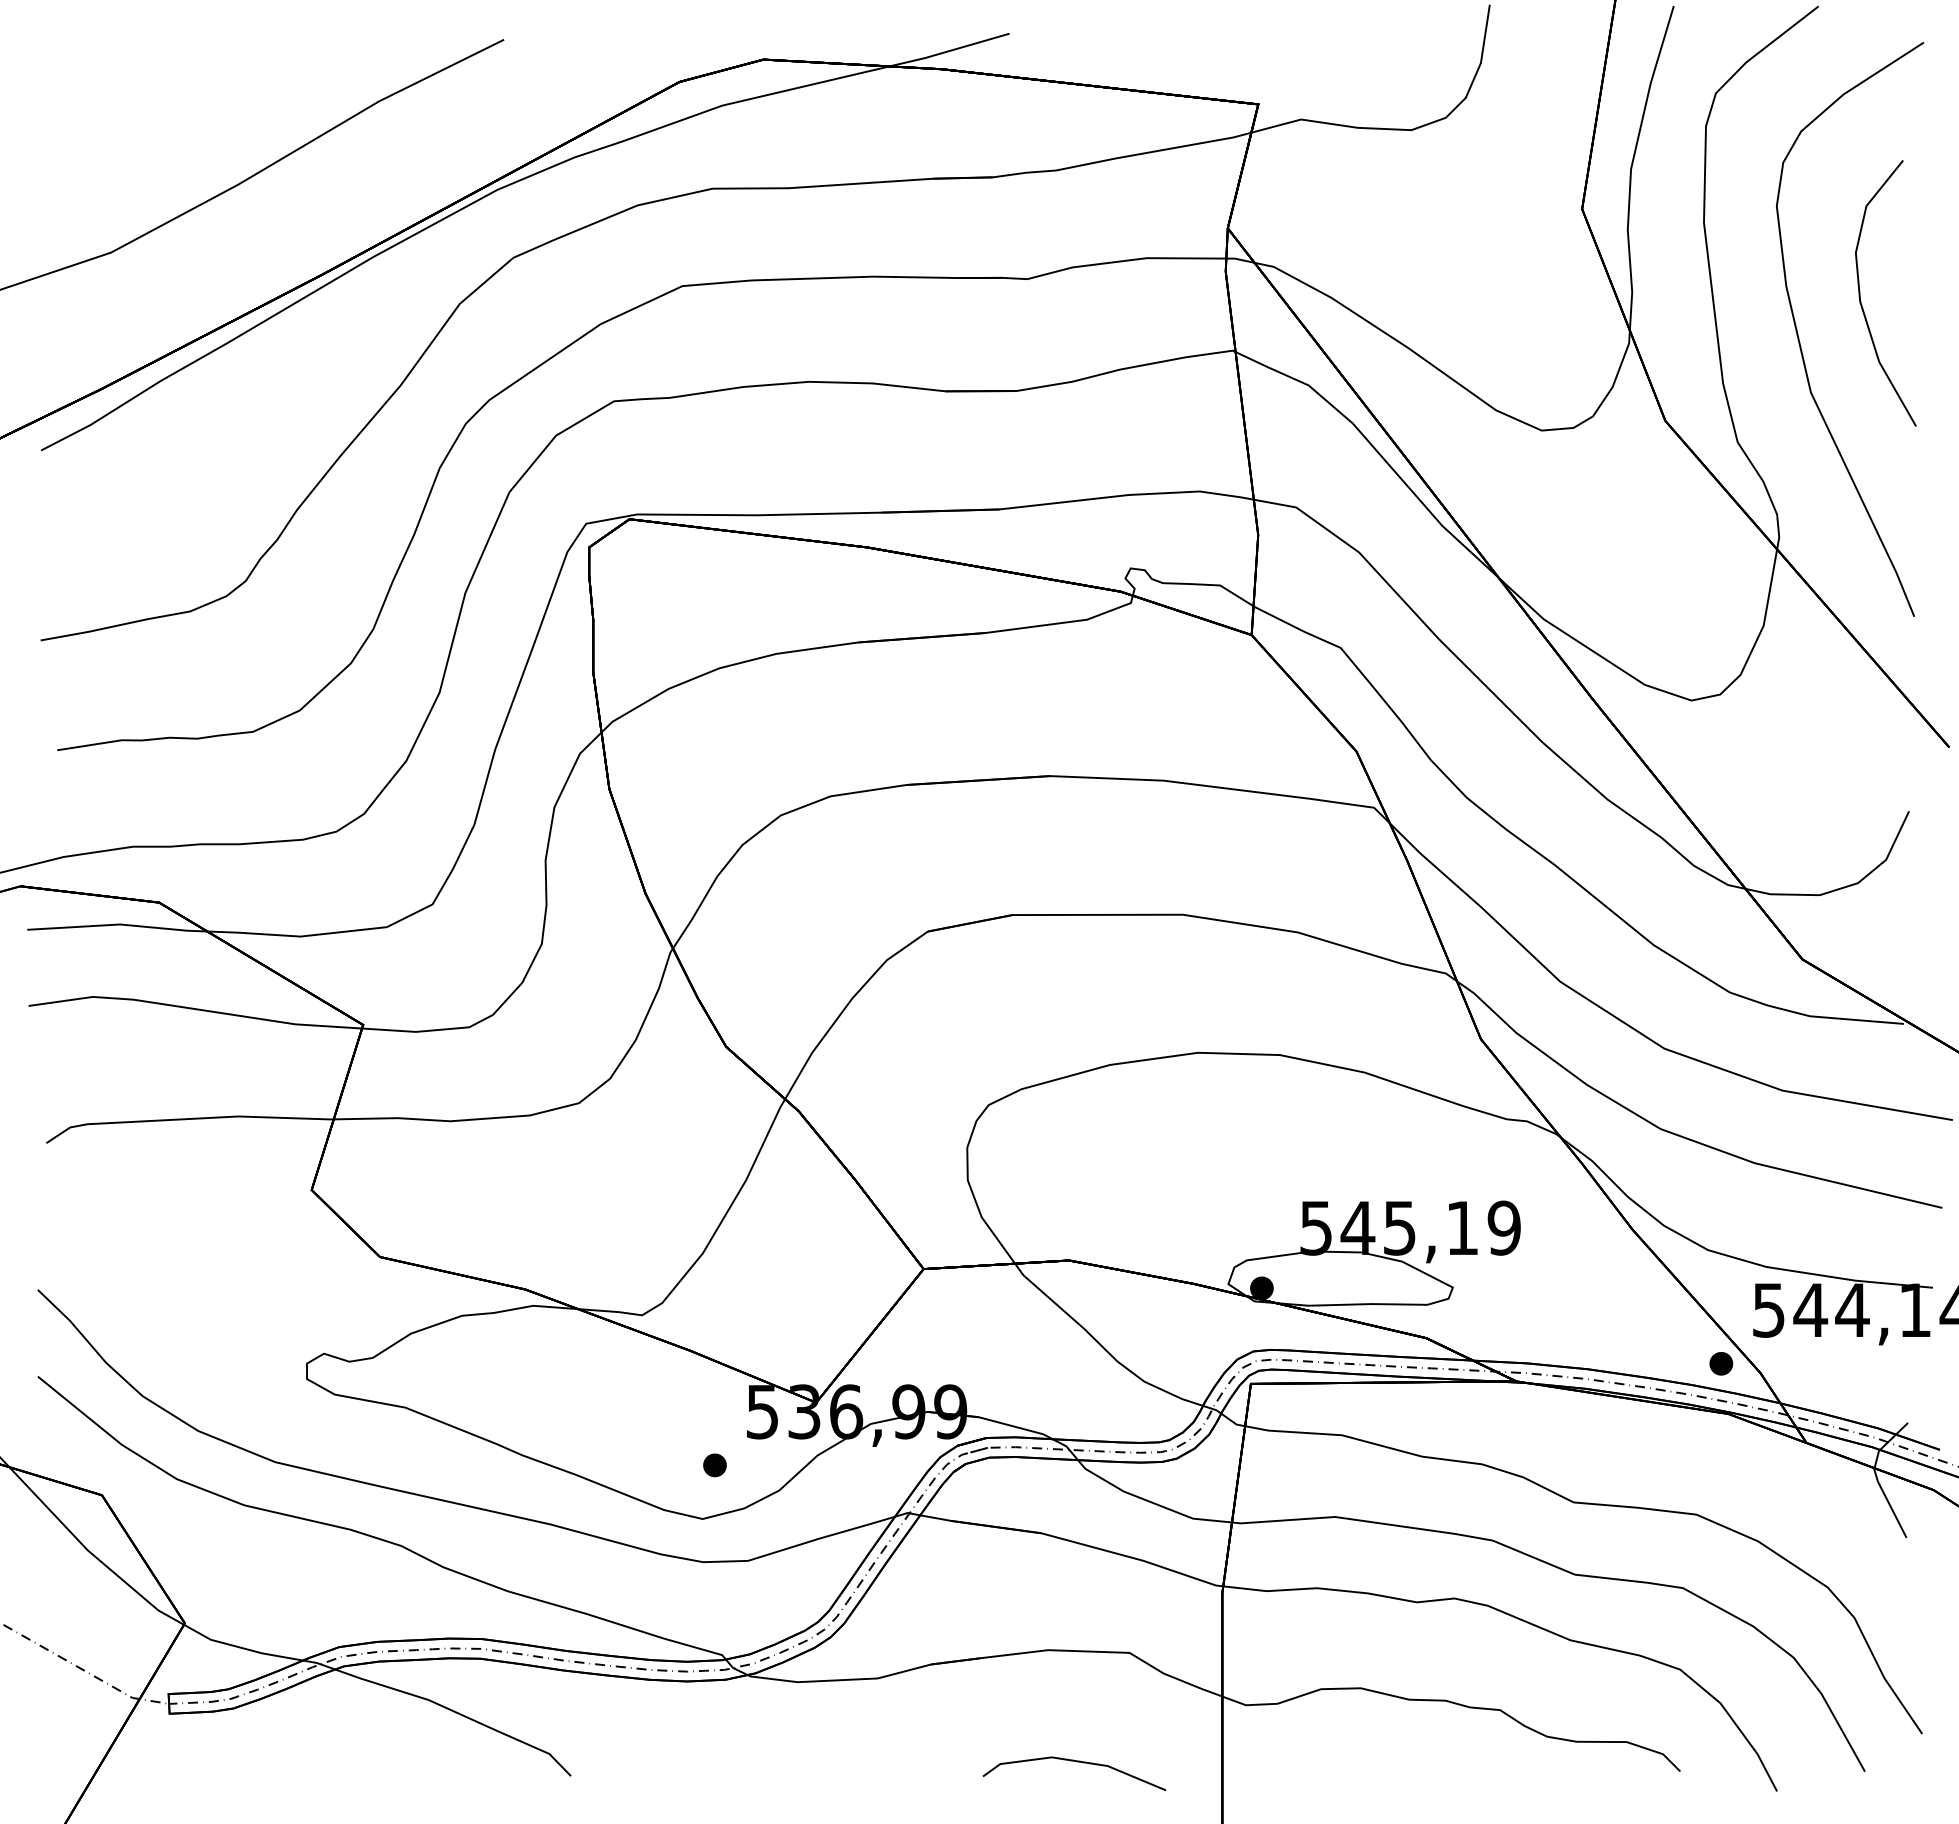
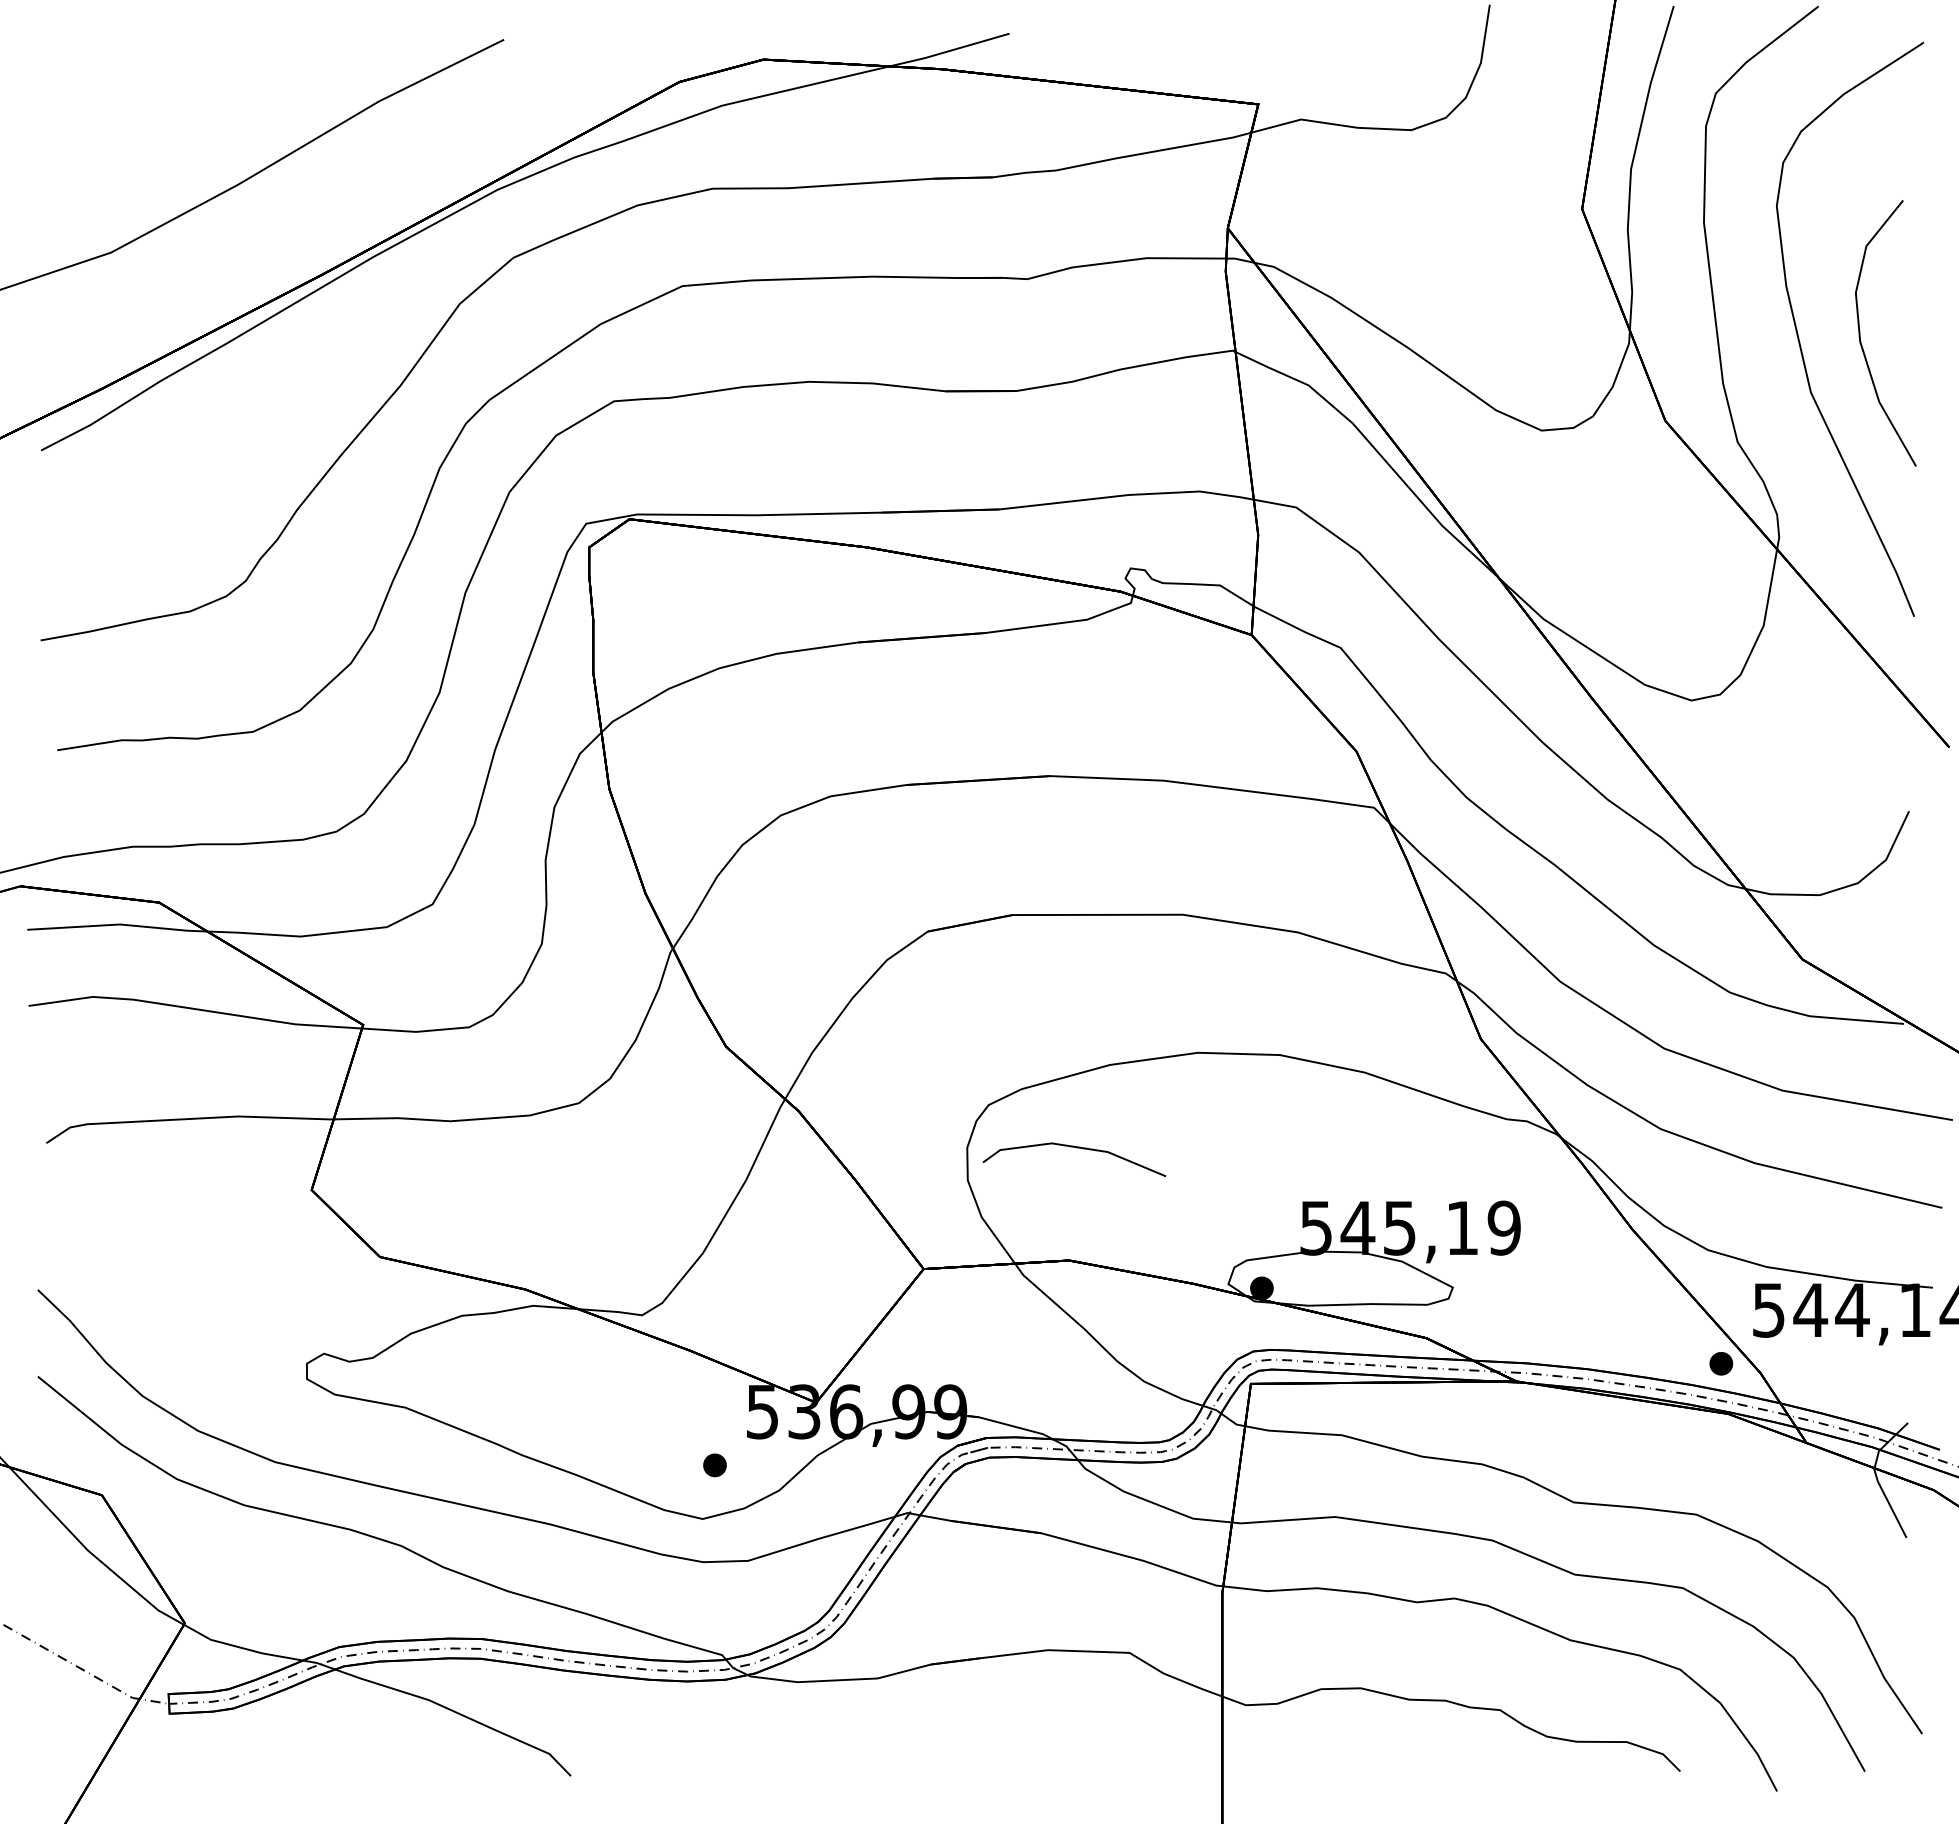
curve at (1860, 293) position: (1860, 293) -> (1860, 333)
line at (1076, 1762) position: (1076, 1762) -> (1076, 1148)
